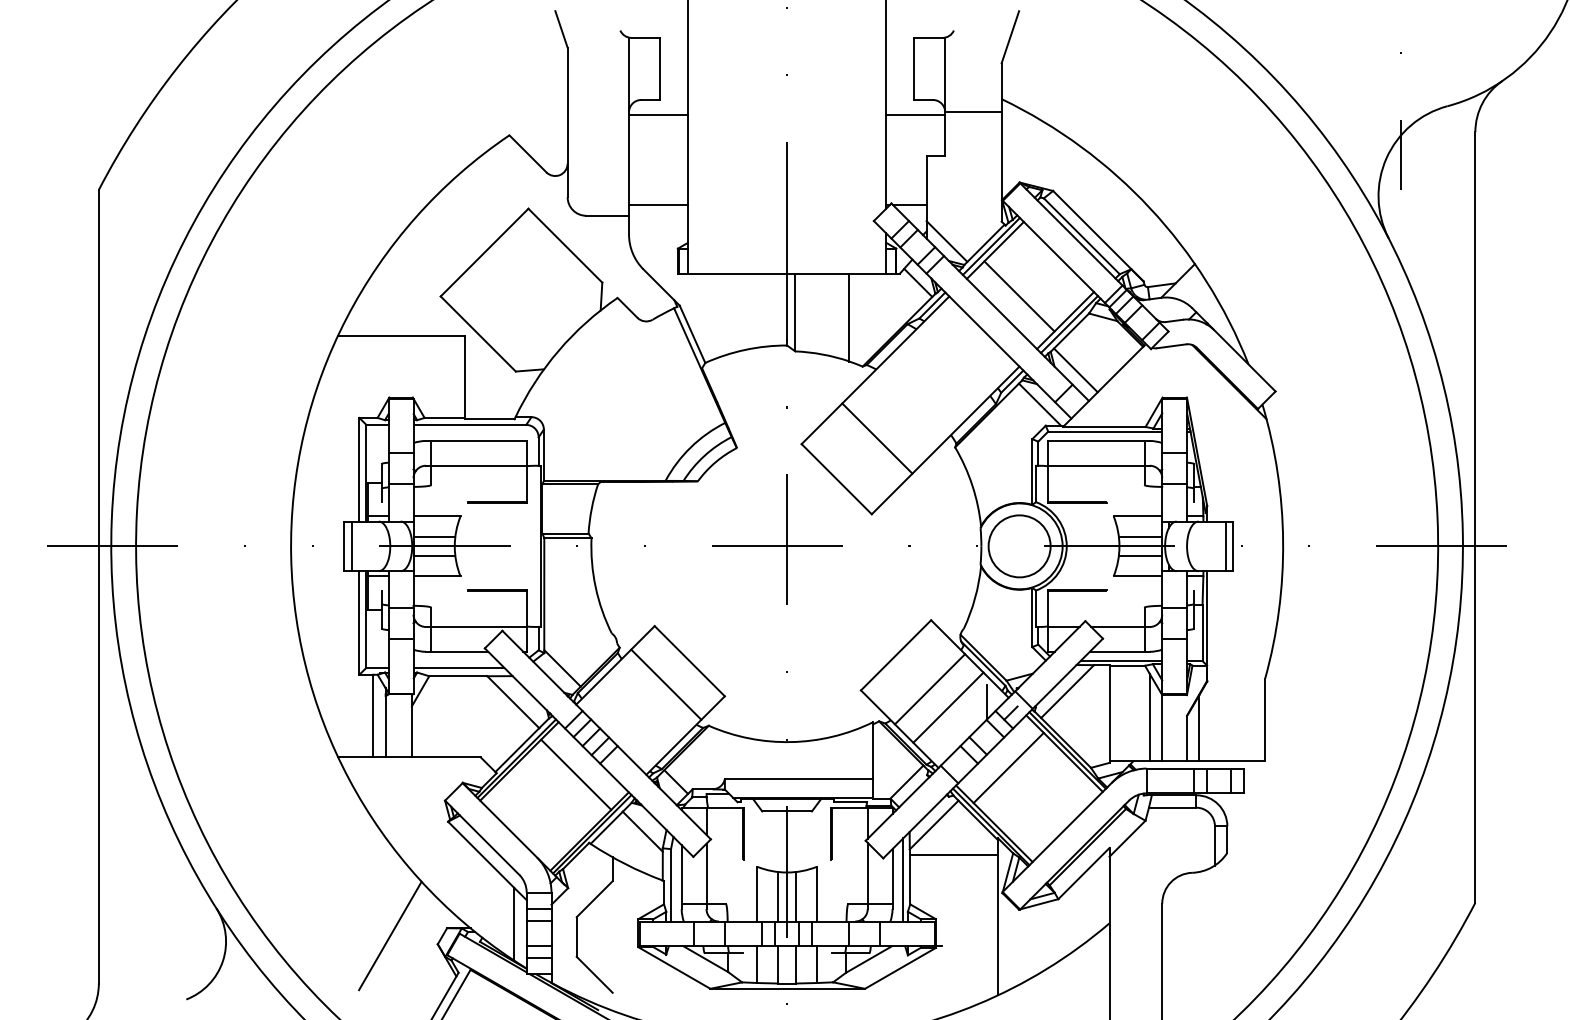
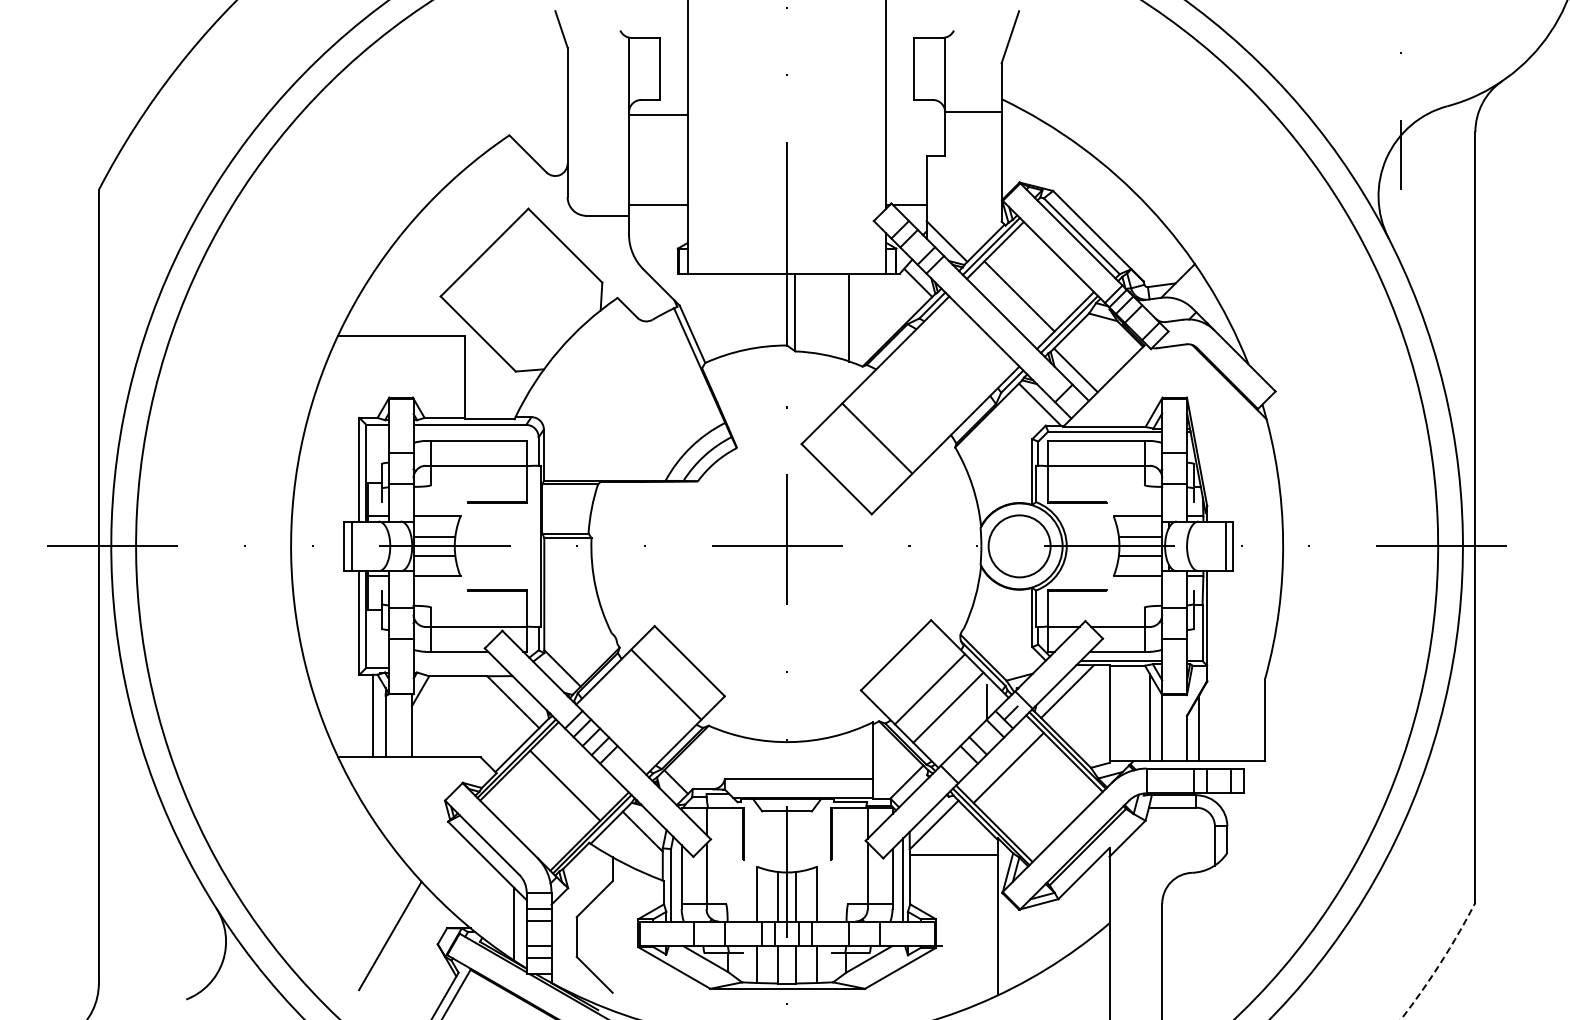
line at (915, 115): present -> none
line at (458, 667): present -> none
line at (576, 774) position: (576, 774) -> (565, 785)
arc at (1440, 962): solid -> dashed
